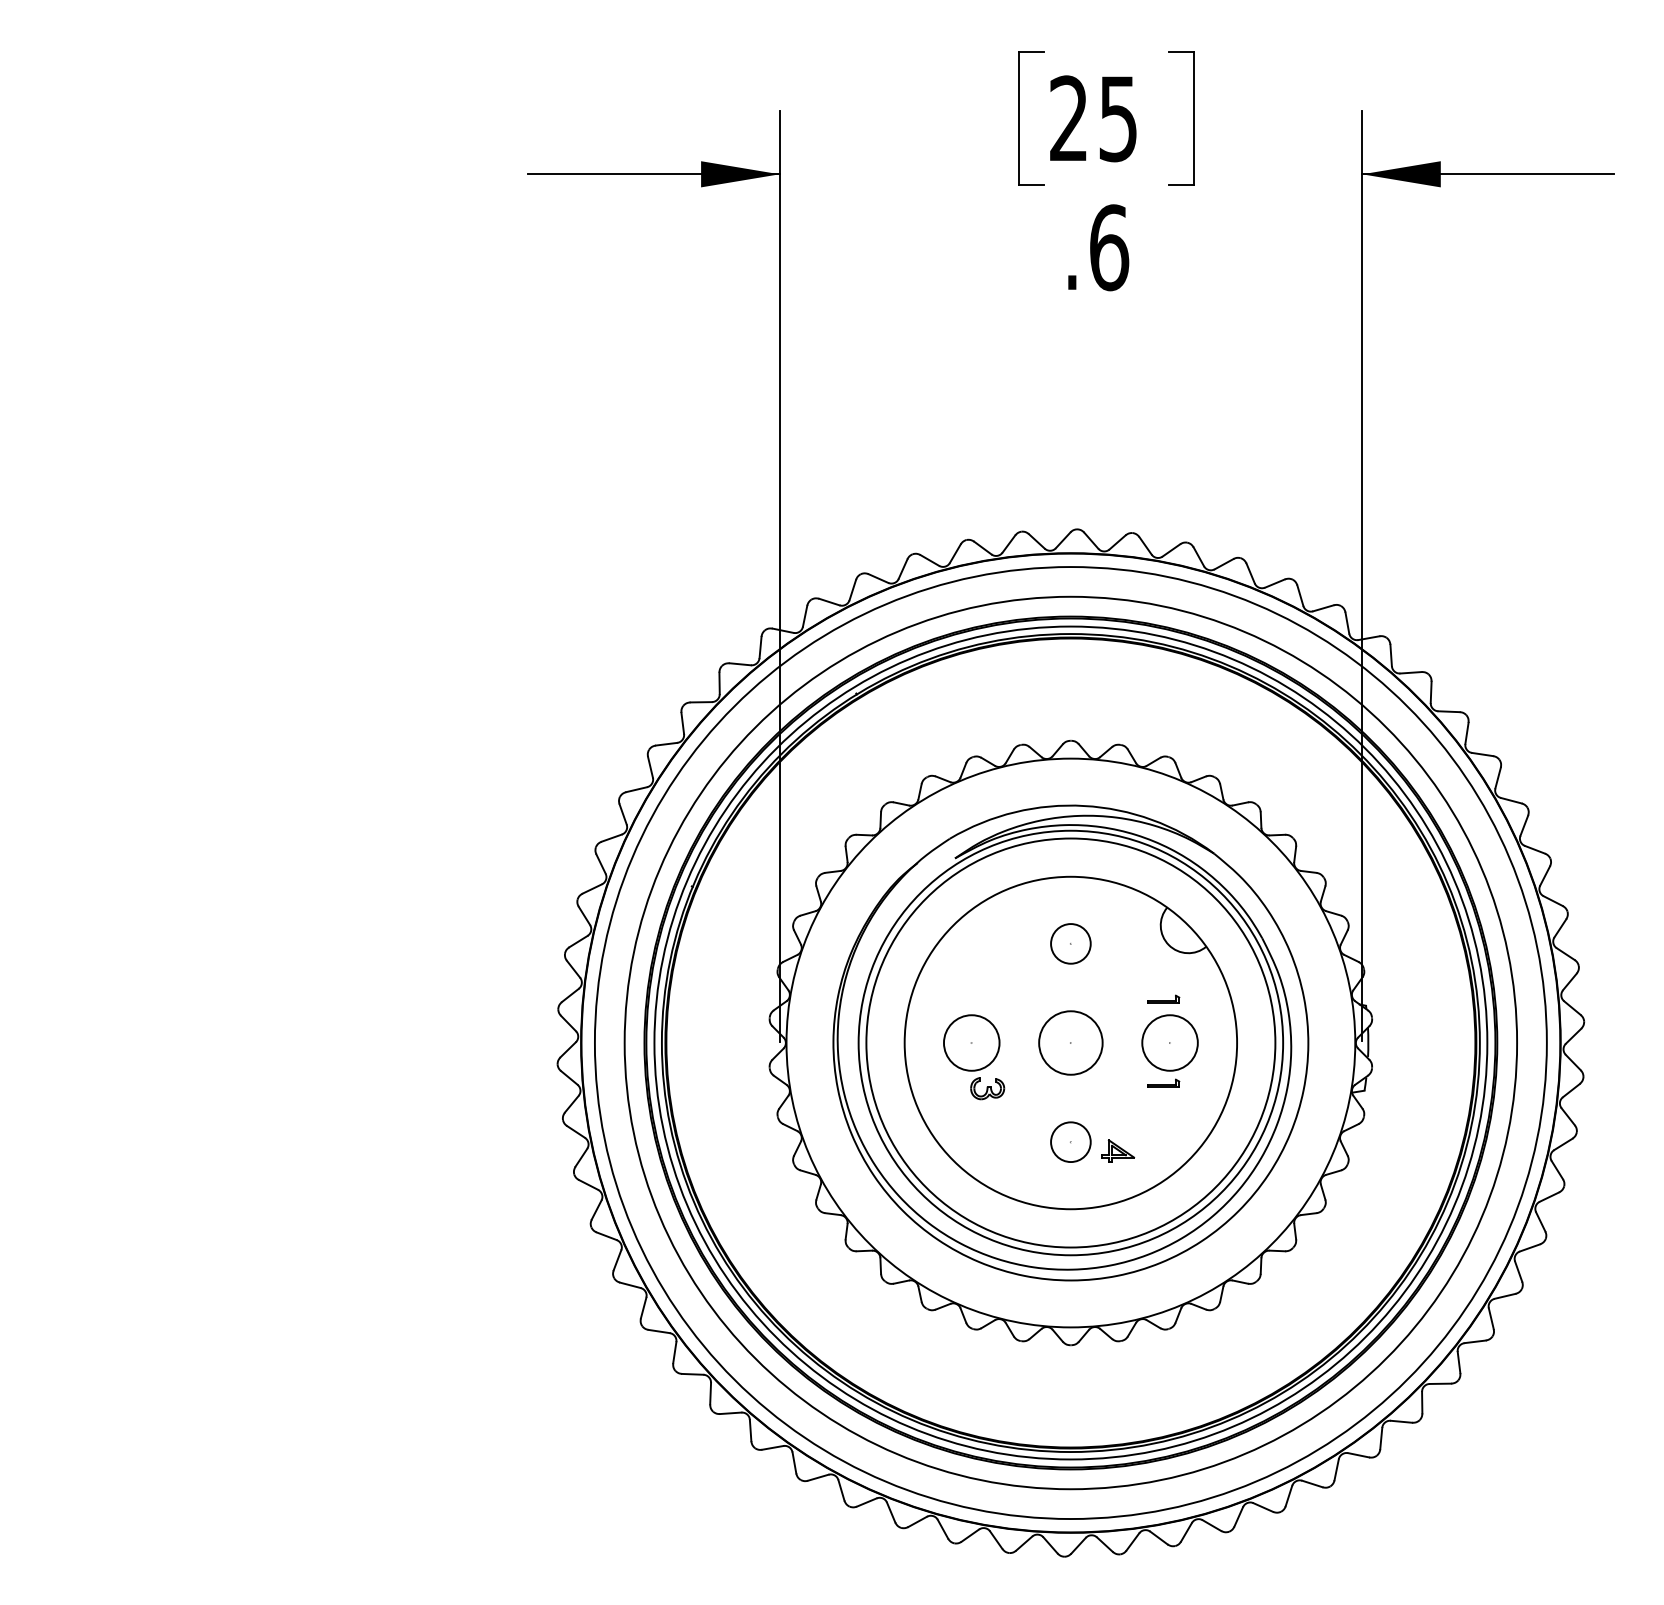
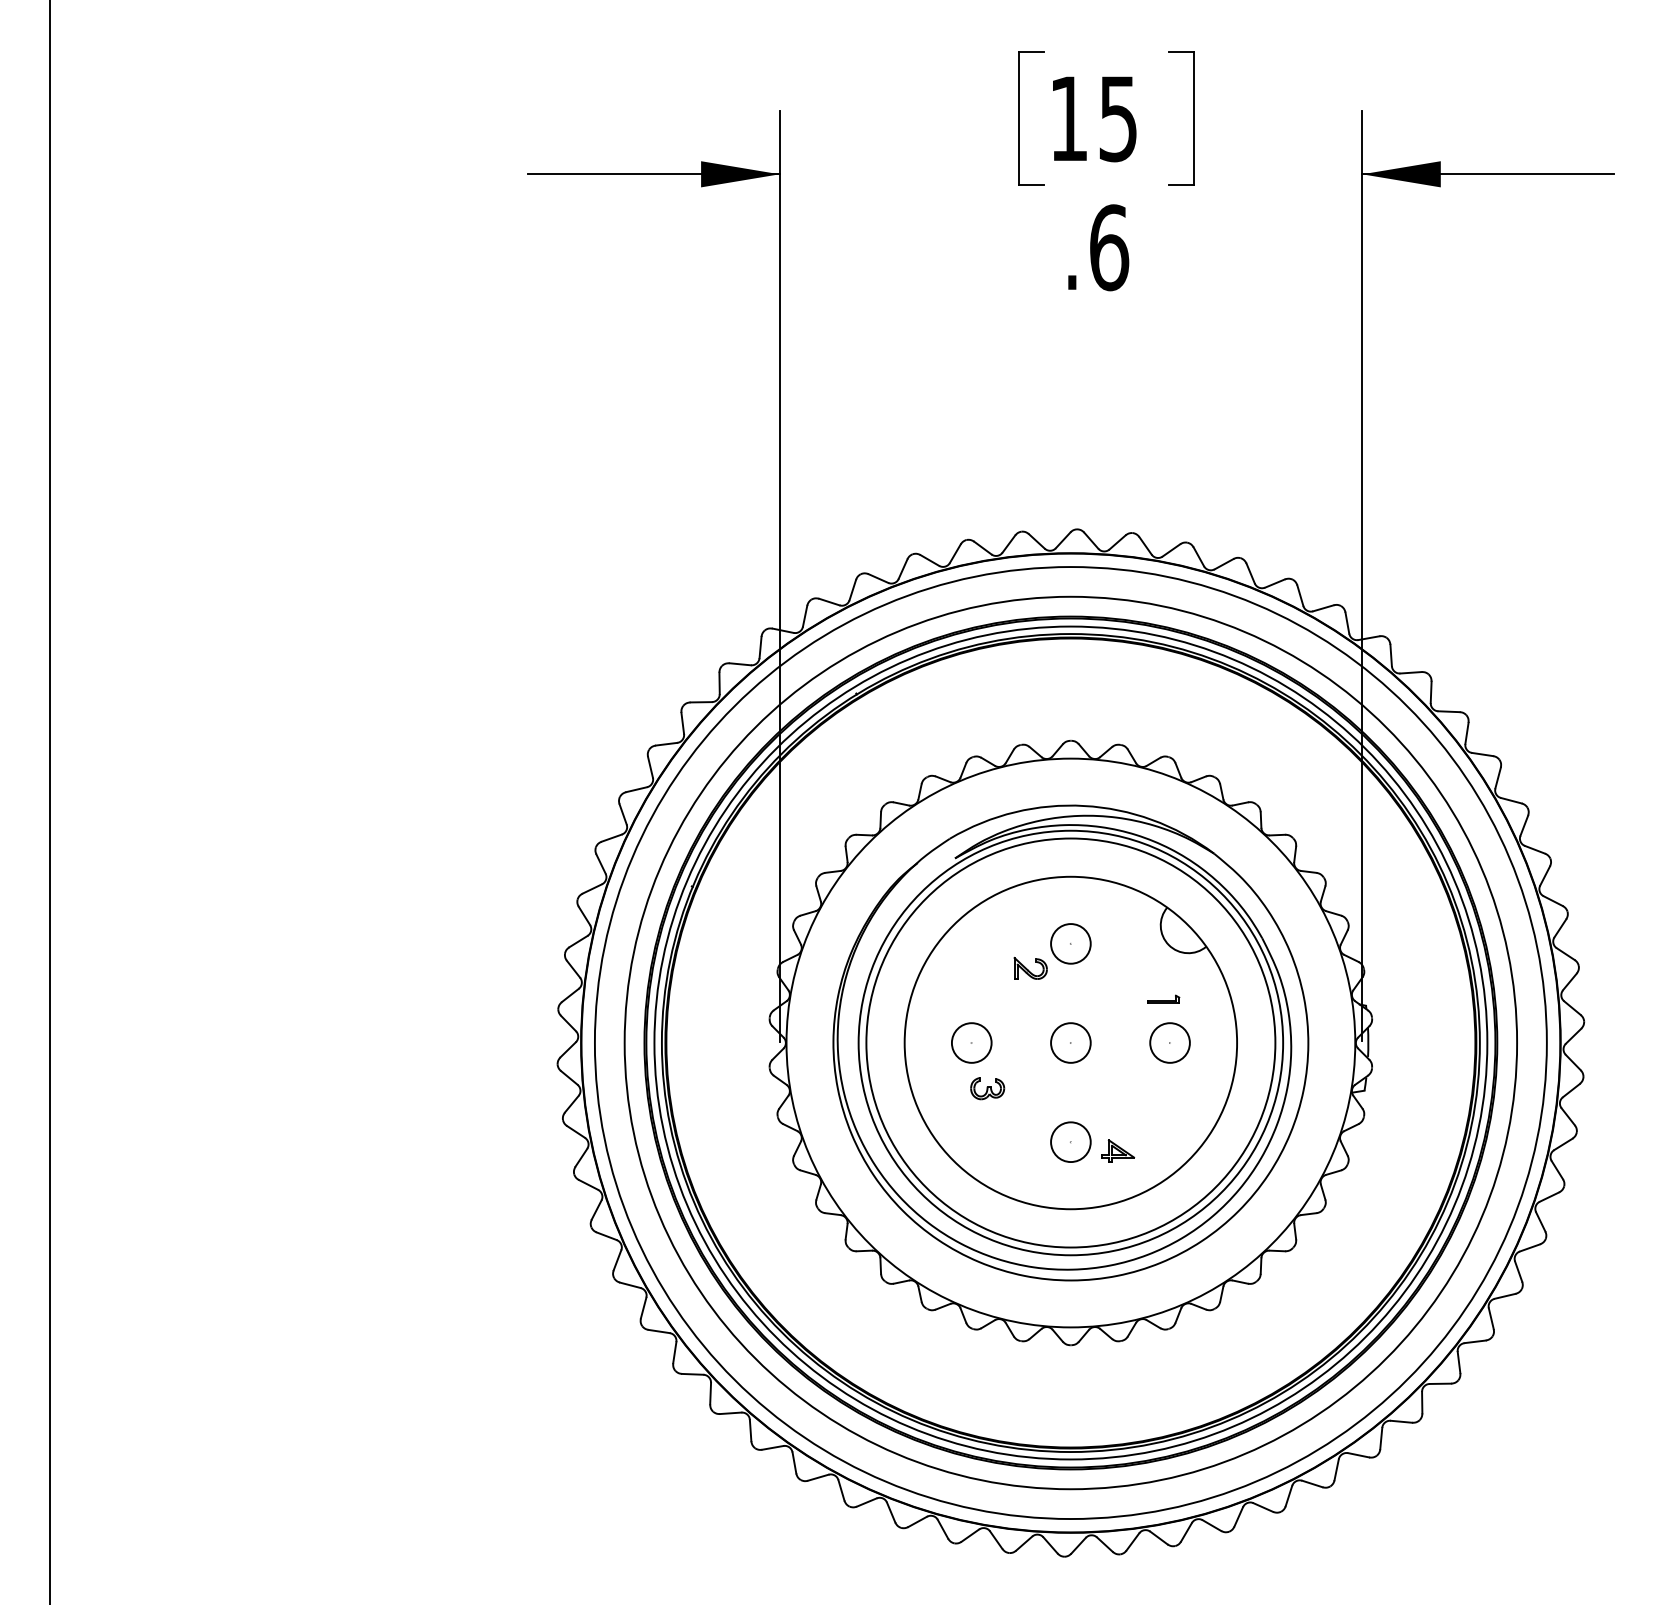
text at (1068, 117): 25 -> 15
line at (49, 801): none -> present
part at (1030, 967): none -> present
circle at (971, 1042) diameter: 56 px -> 40 px
circle at (1070, 1042) diameter: 64 px -> 40 px
circle at (1169, 1042) diameter: 56 px -> 40 px
part at (1163, 1082): present -> none
